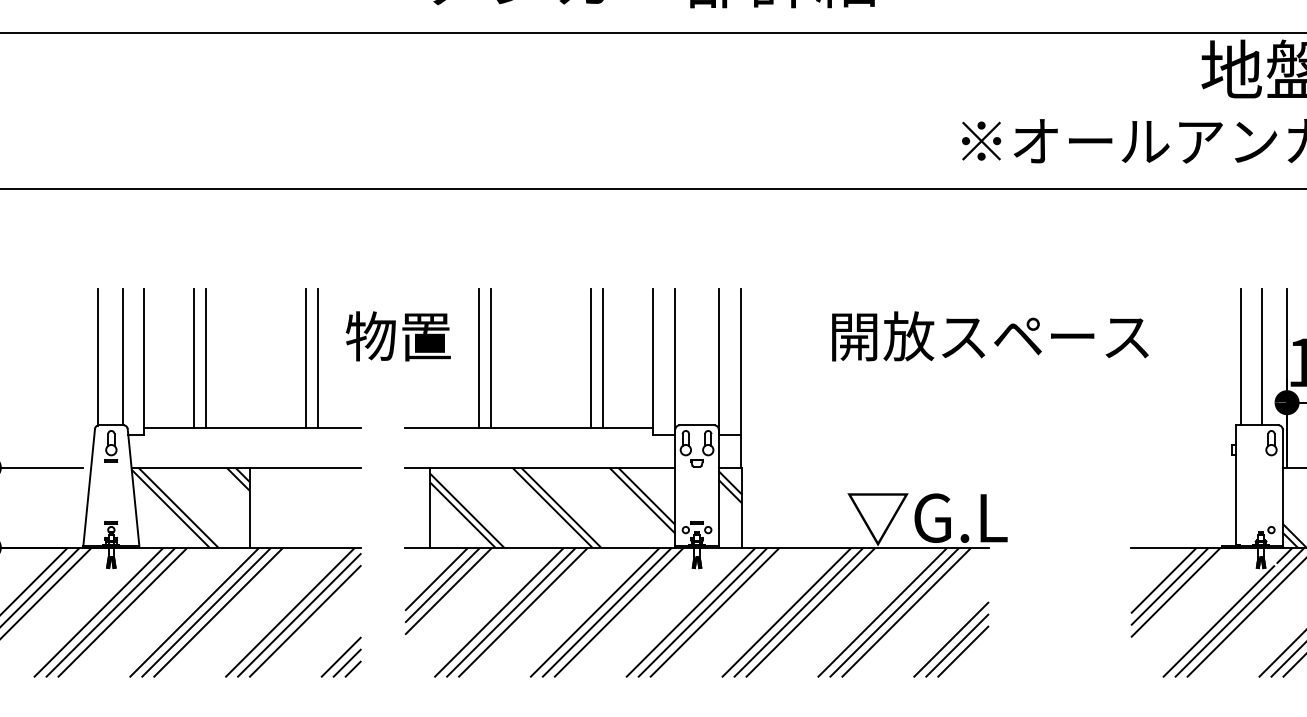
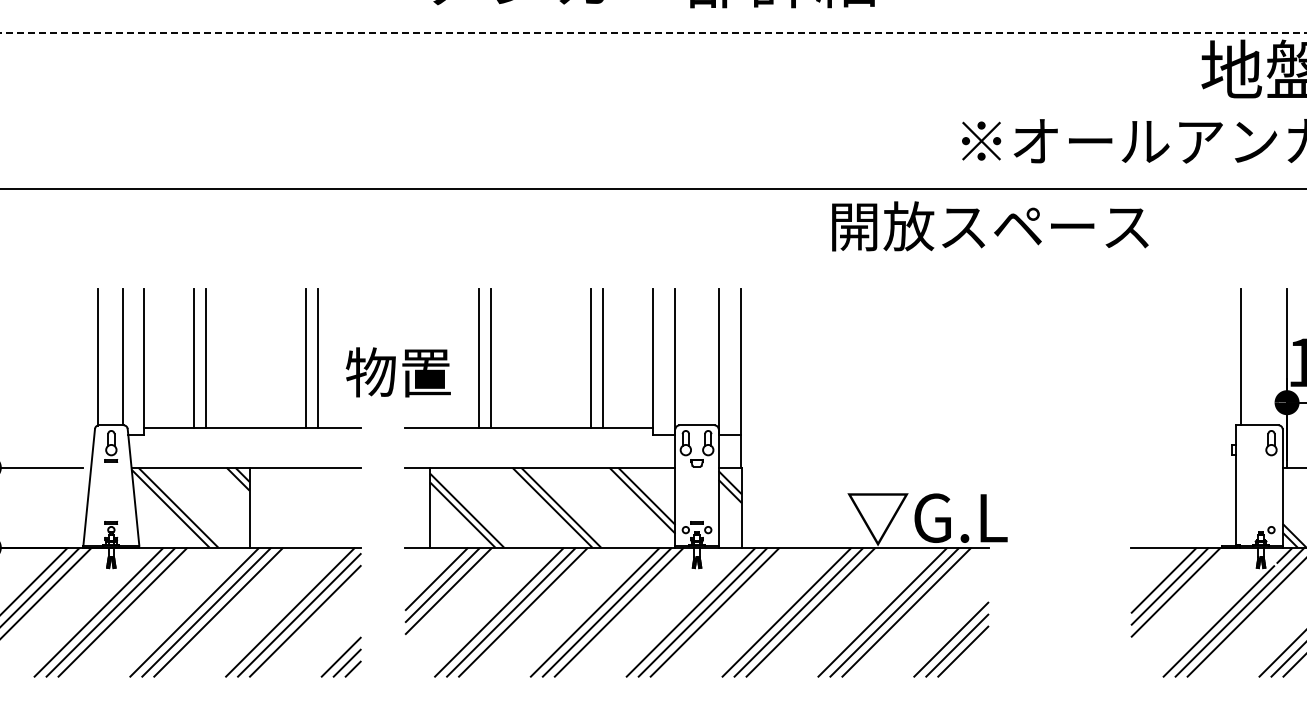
line at (653, 33): solid -> dashed
text at (397, 336) position: (397, 336) -> (397, 372)
text at (990, 336) position: (990, 336) -> (990, 226)
line at (1262, 357): present -> none
